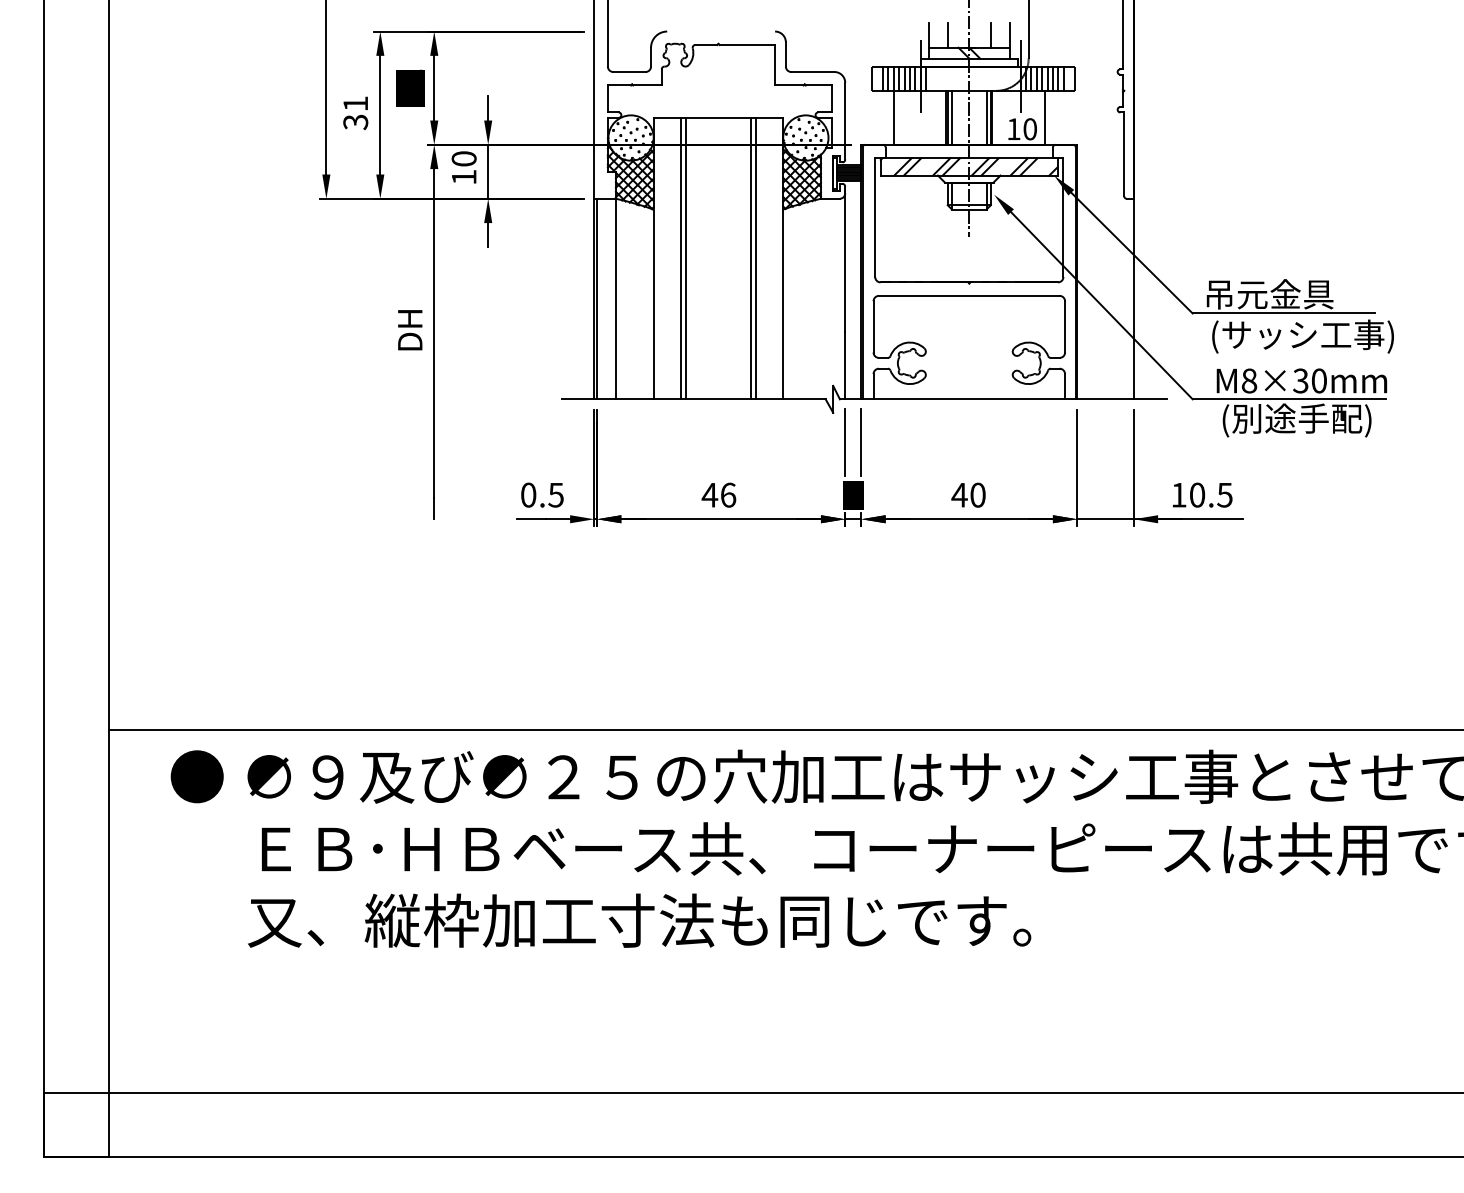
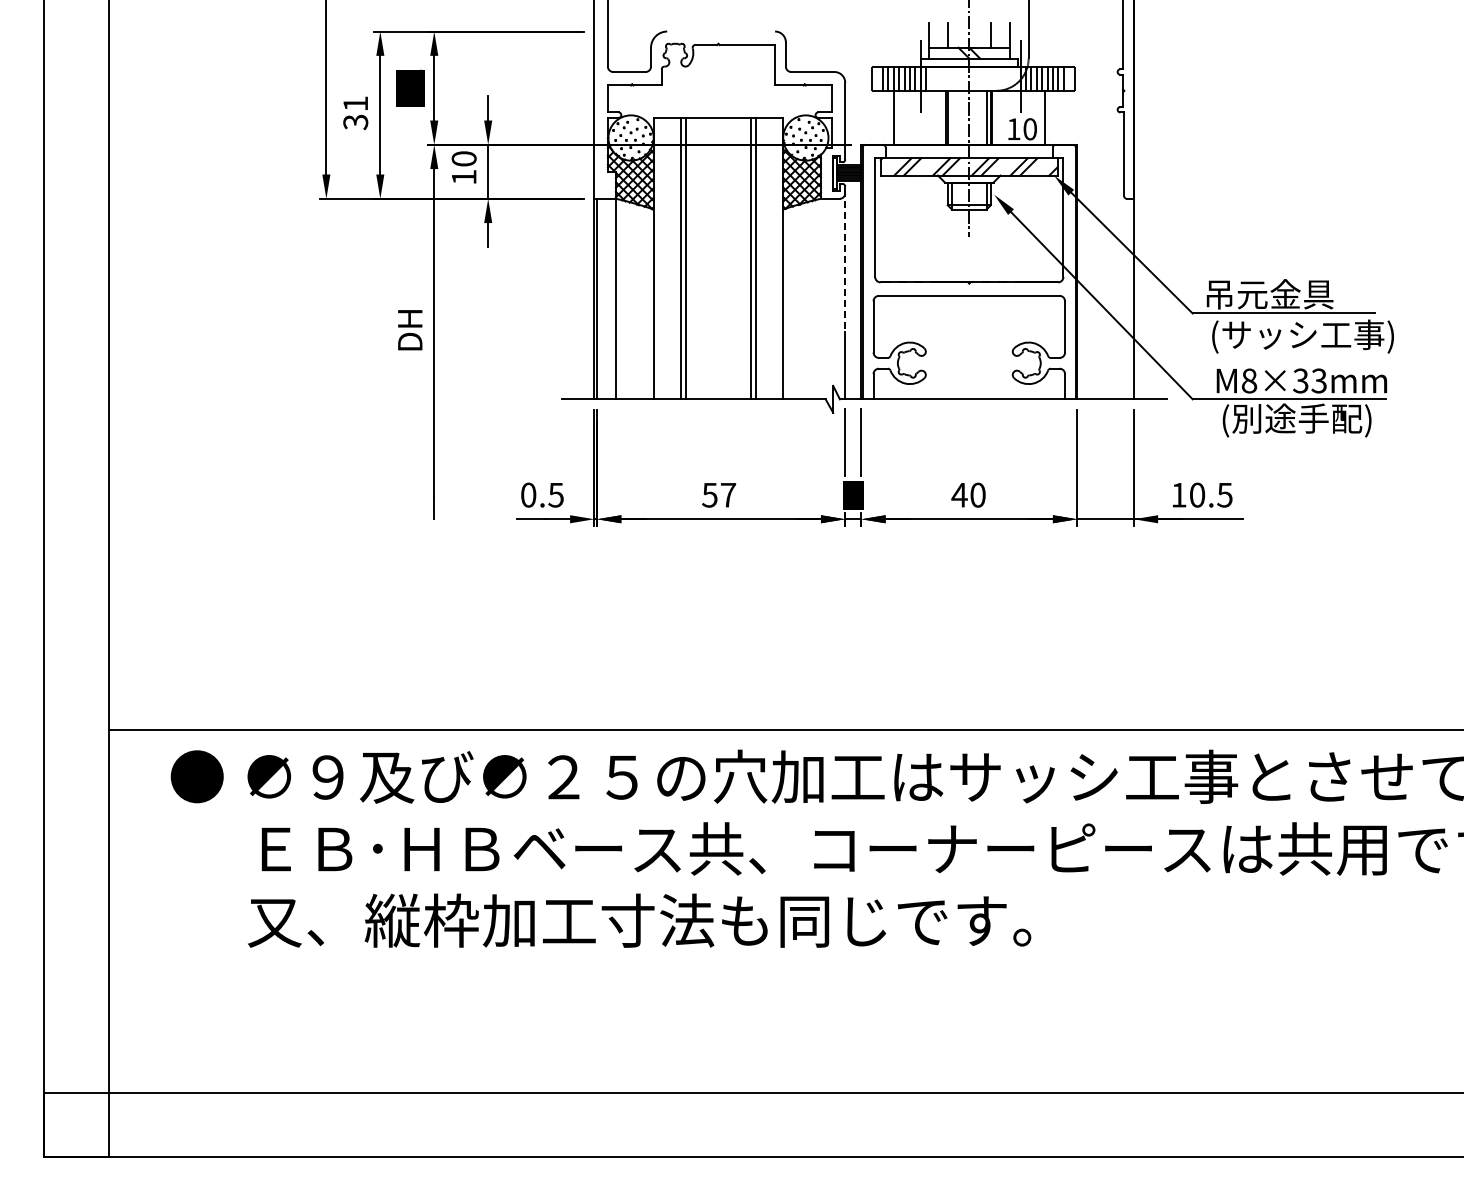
line at (952, 117): present -> none
line at (845, 260): solid -> dashed
text at (1318, 380): M8×30mm -> M8×33mm
text at (718, 494): 46 -> 57
